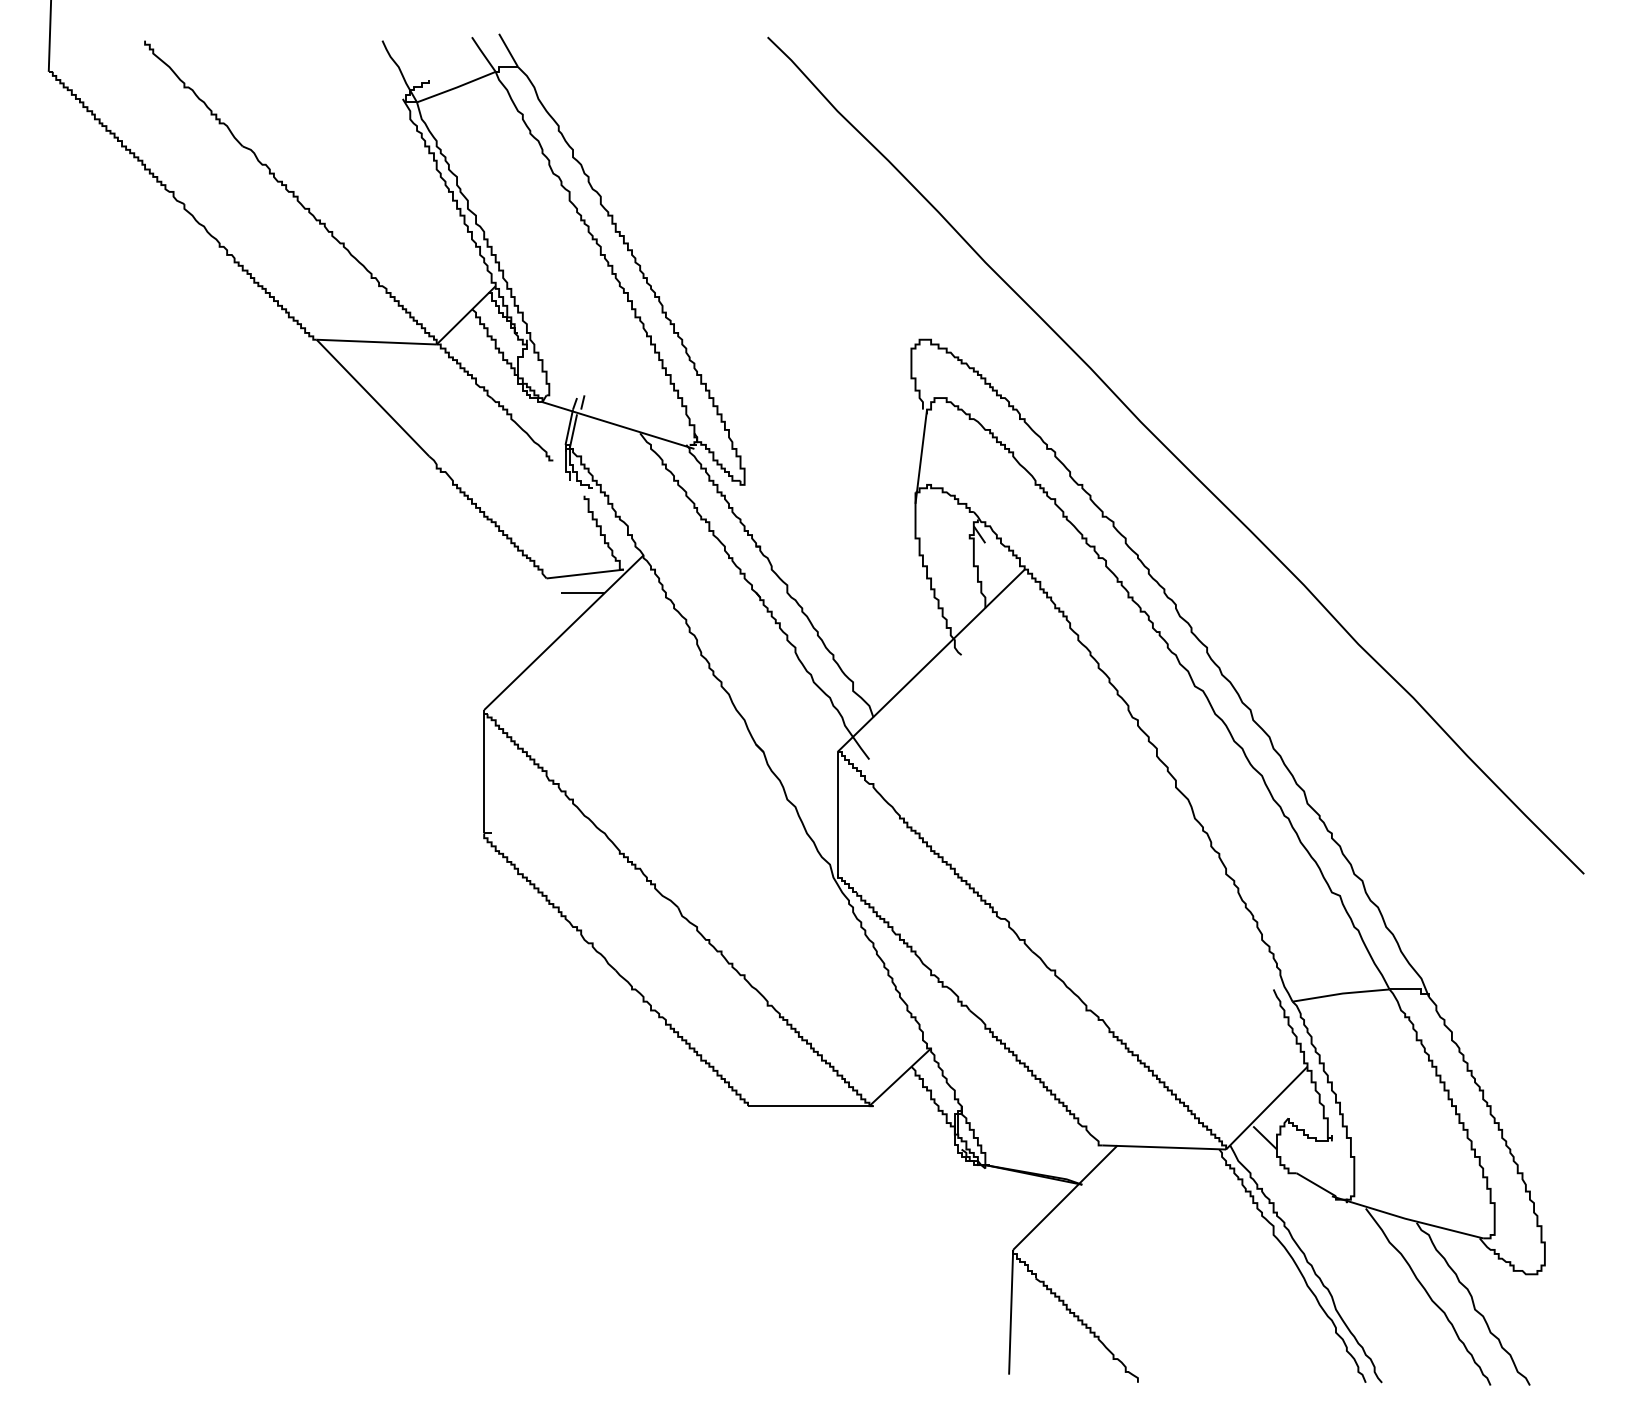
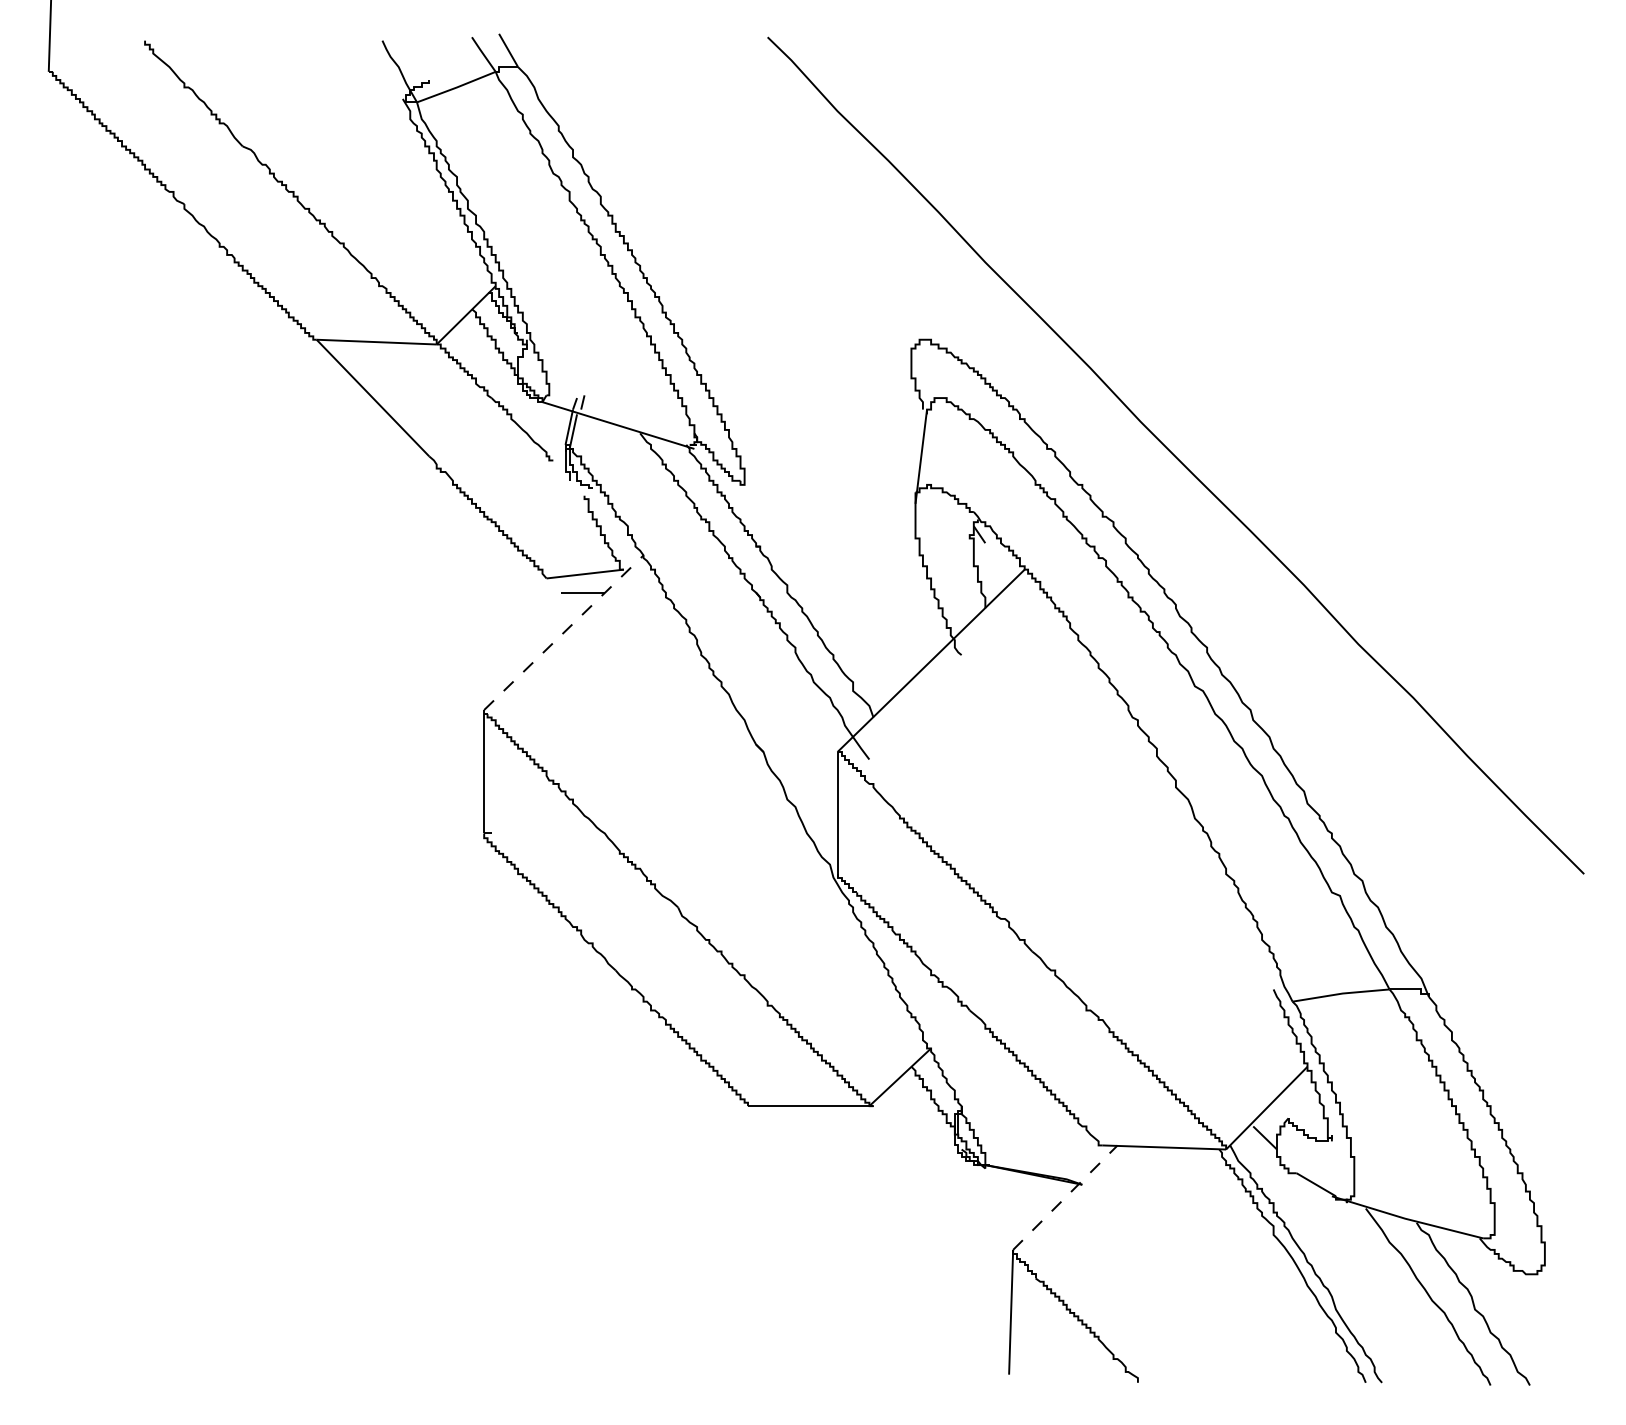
line at (564, 632): solid -> dashed
line at (1065, 1197): solid -> dashed
